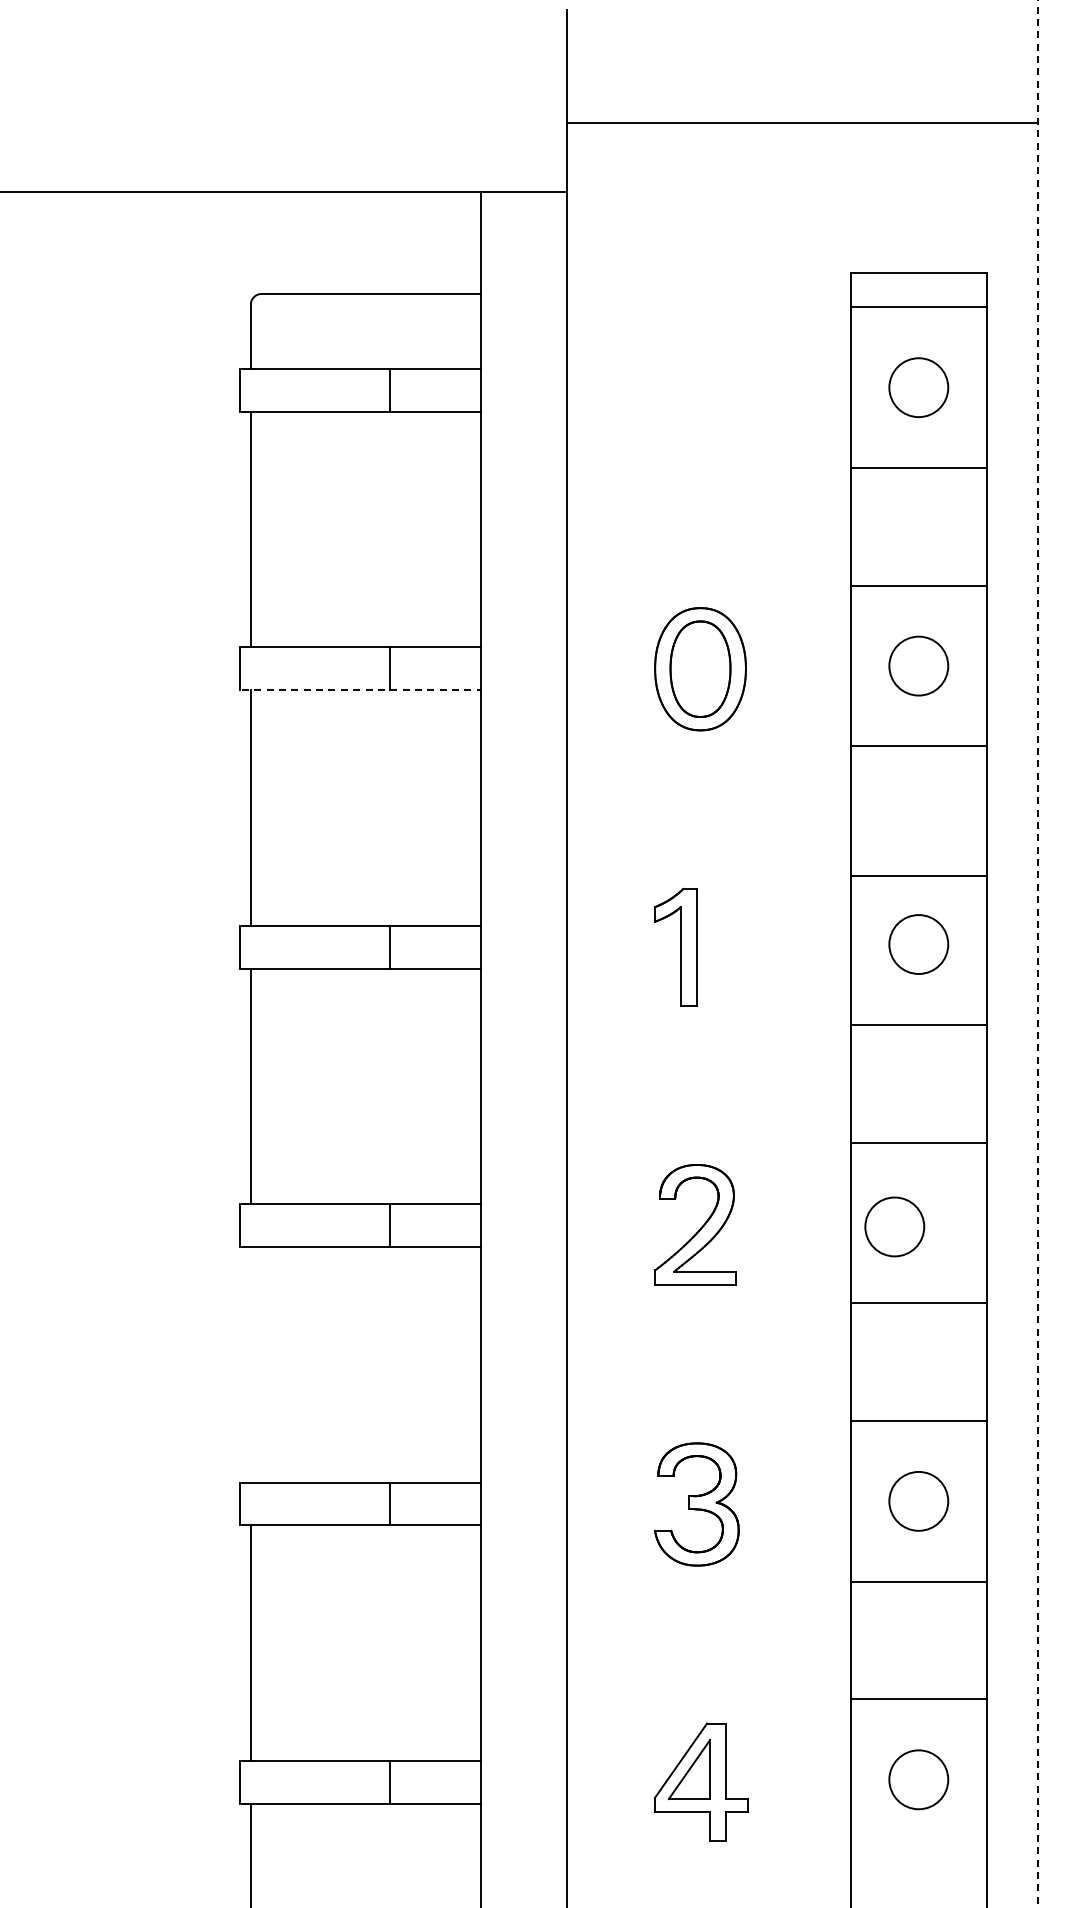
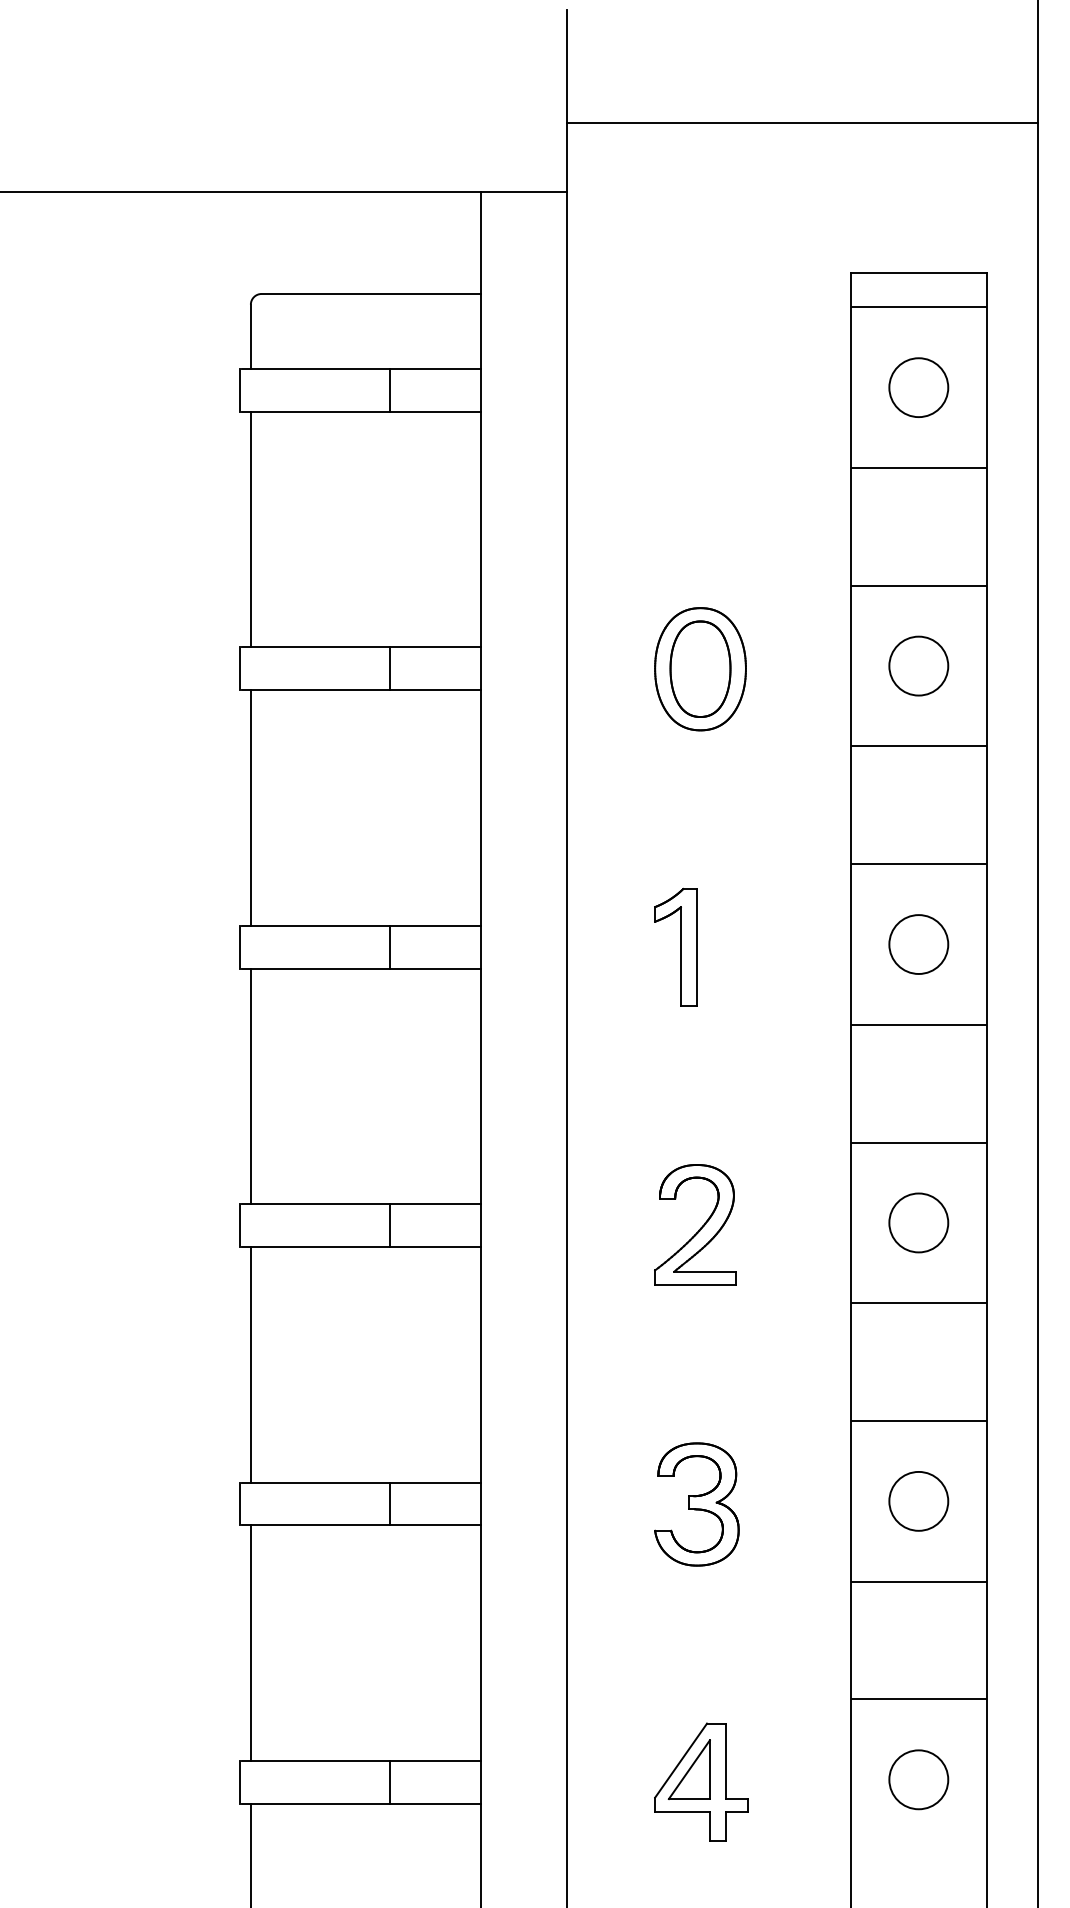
line at (361, 690): dashed -> solid
line at (918, 876) position: (918, 876) -> (918, 864)
line at (1037, 953): dashed -> solid
circle at (894, 1226) position: (894, 1226) -> (918, 1222)
line at (250, 1364): none -> present
